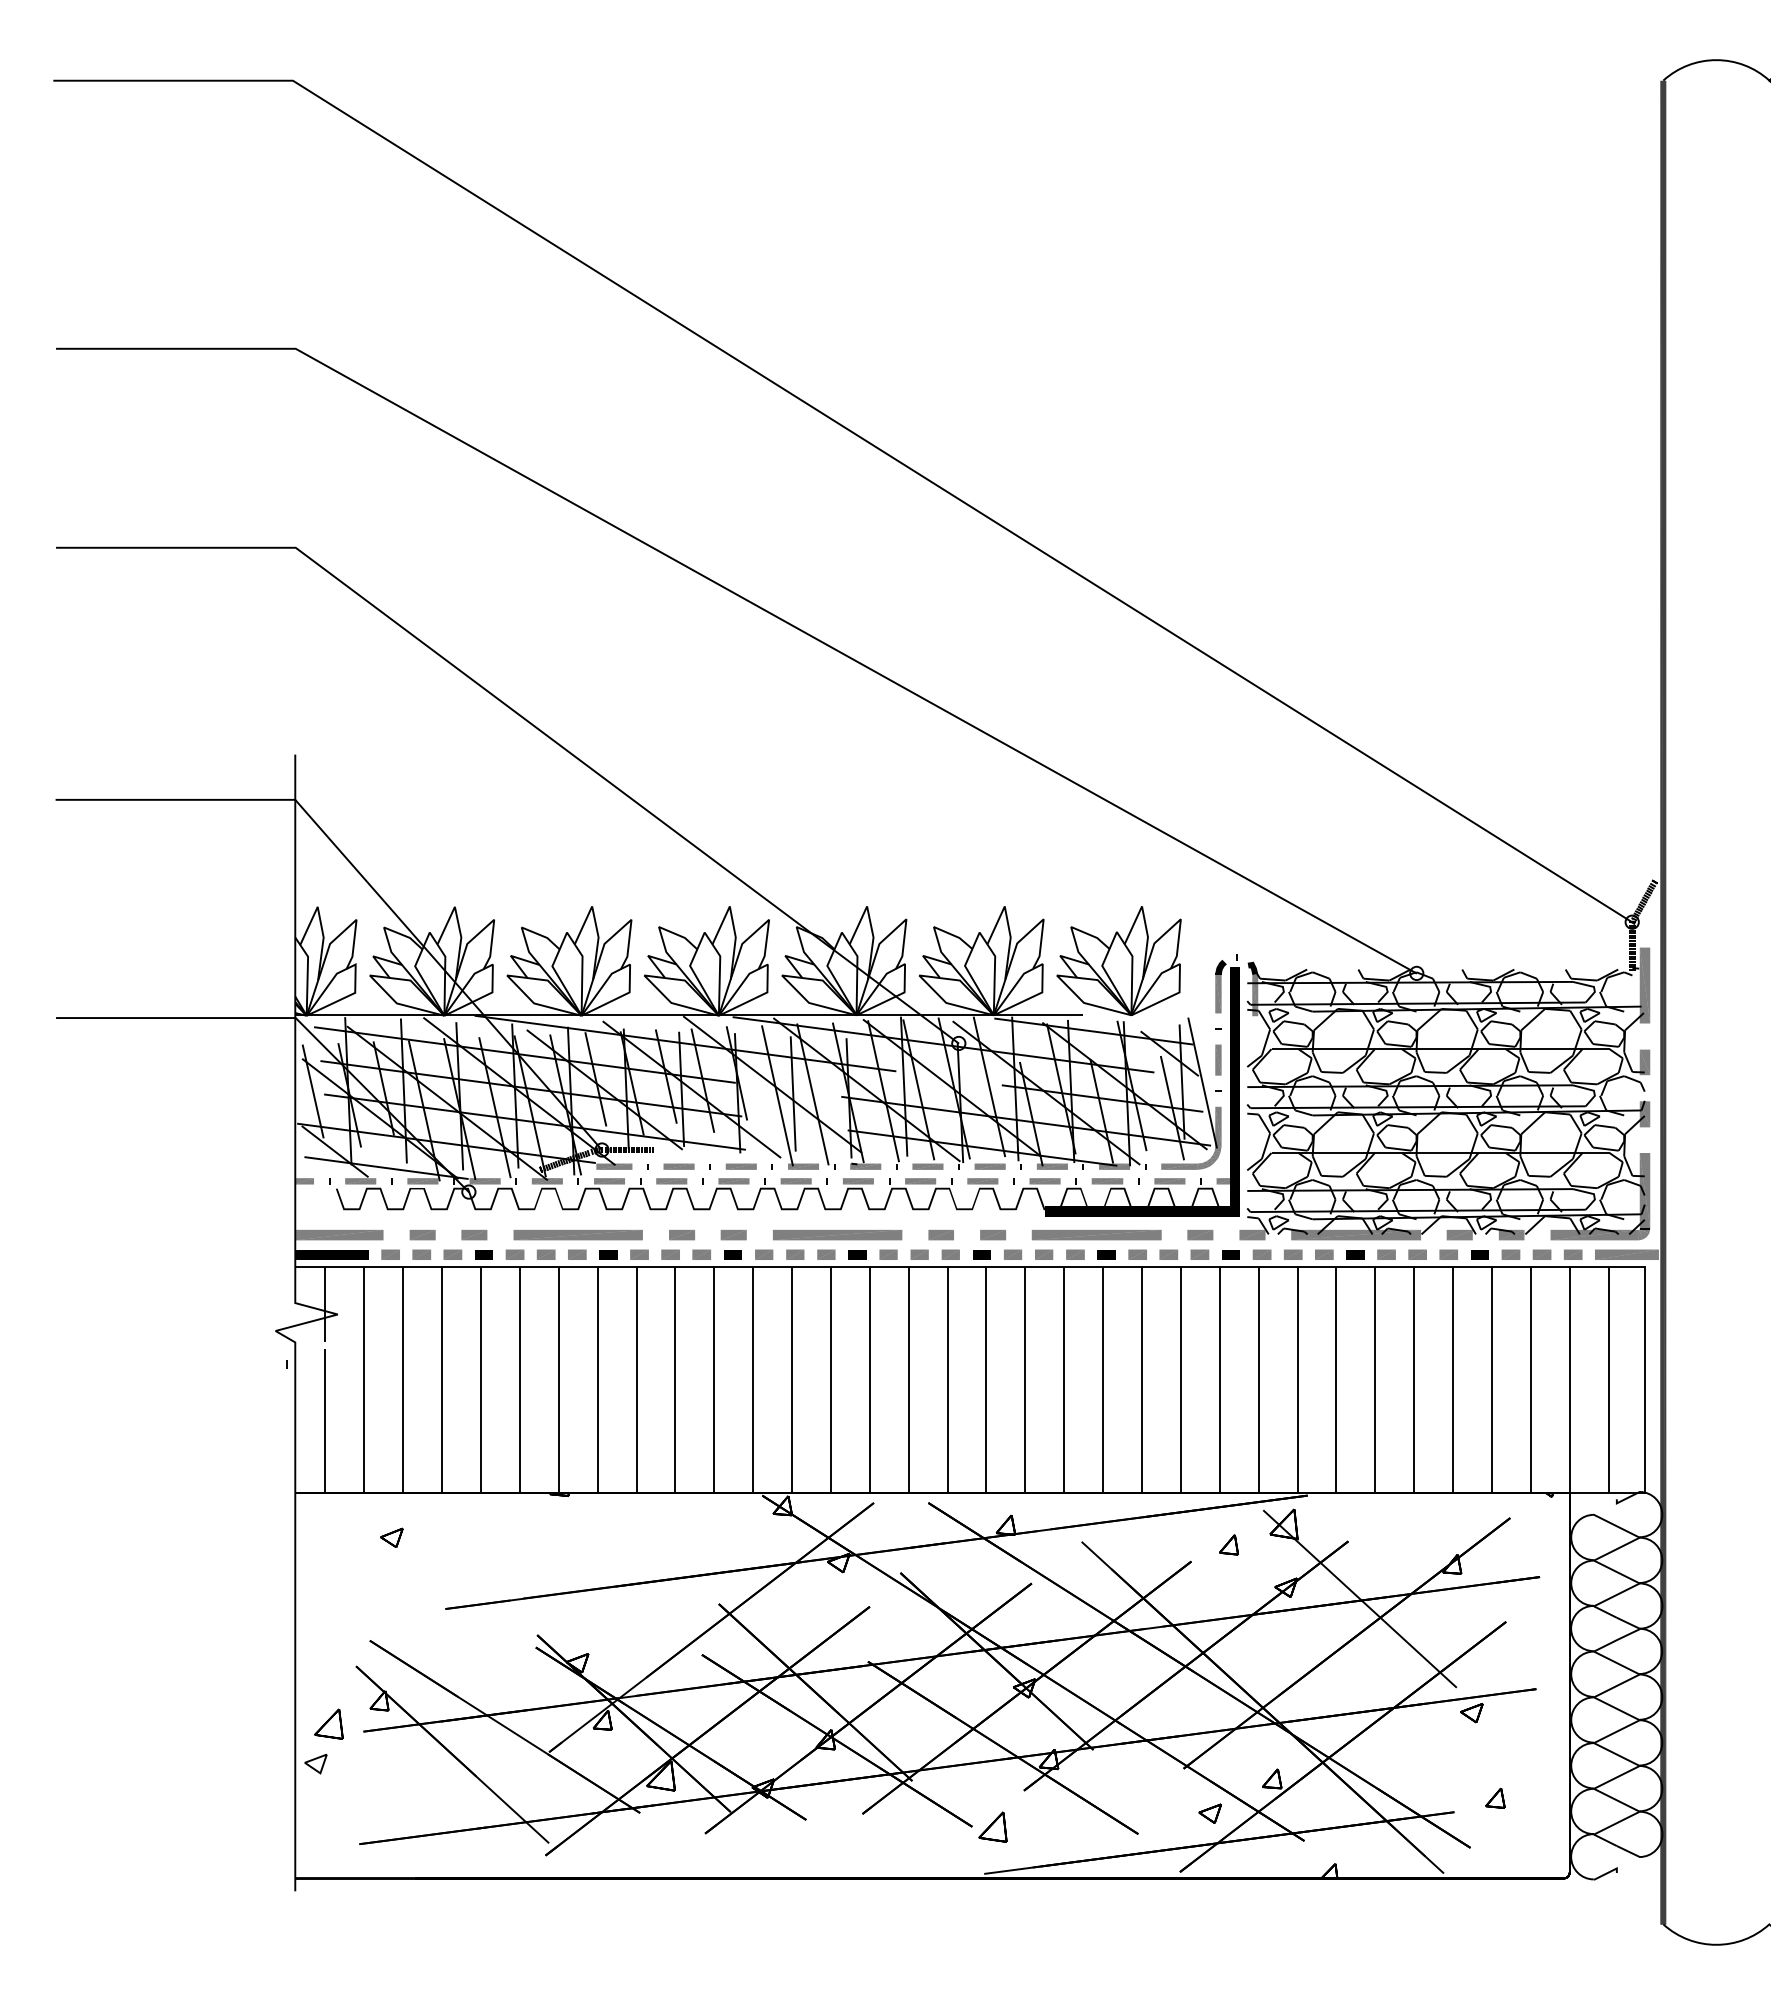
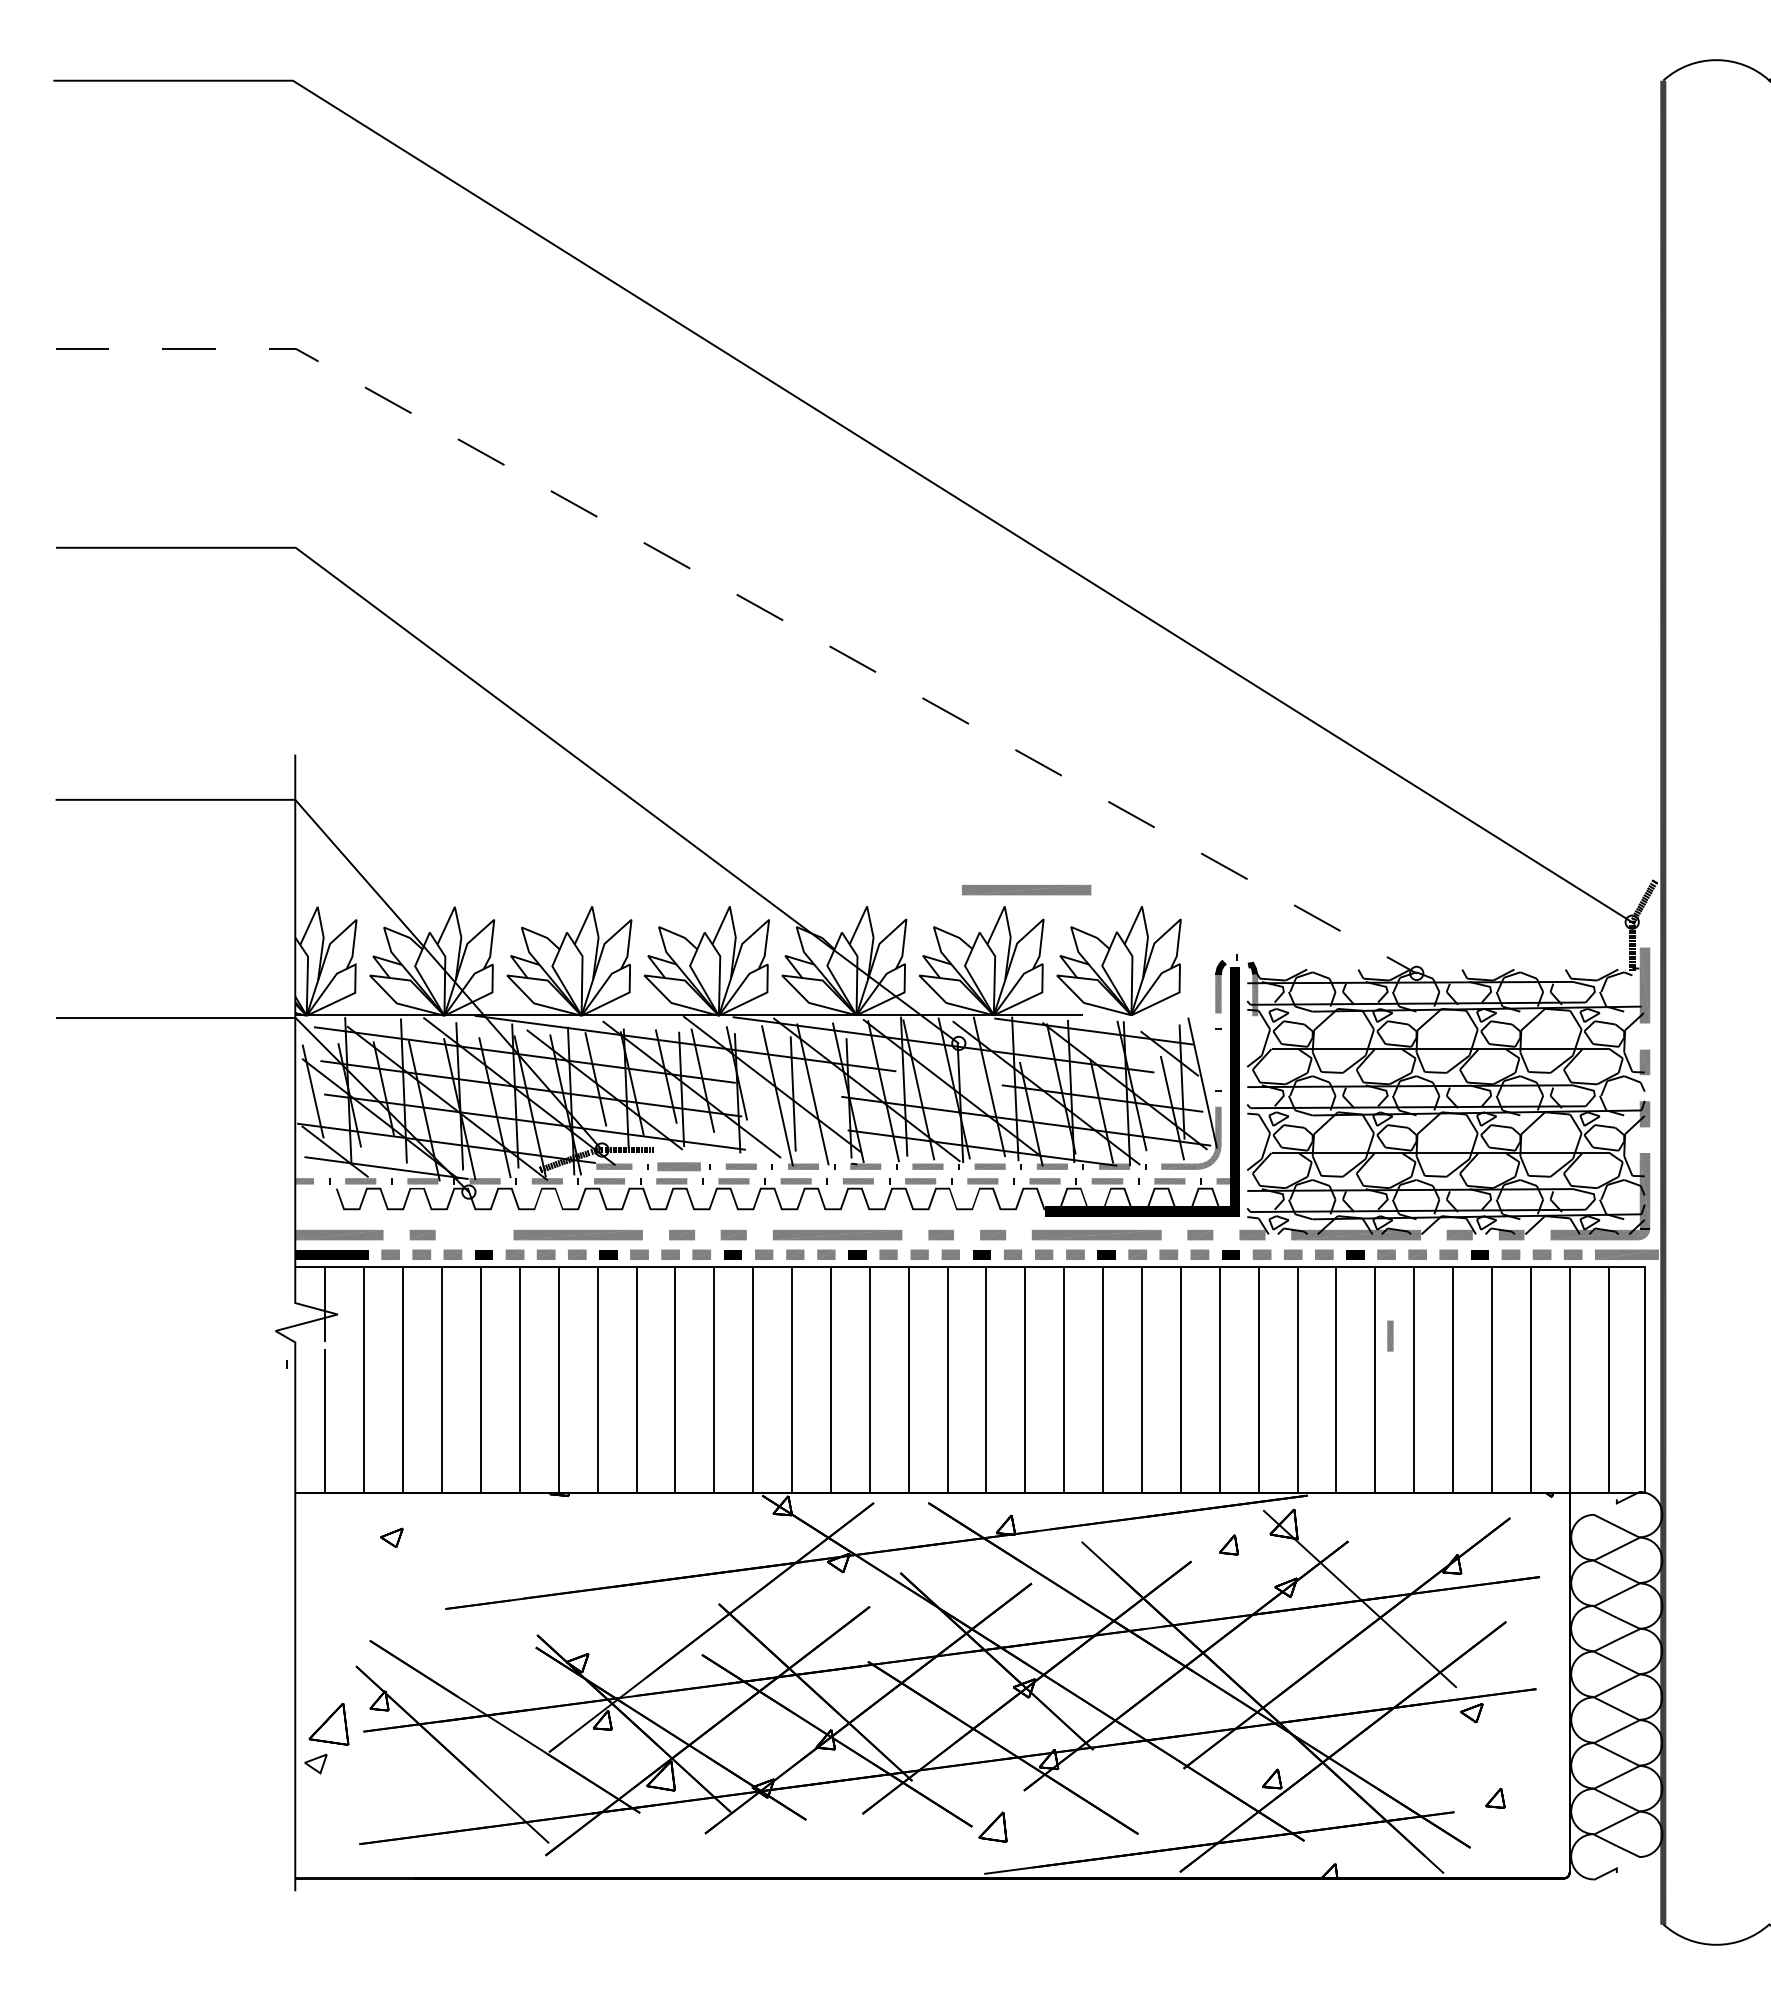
line at (751, 602): solid -> dashed
part at (1026, 890): none -> present
part at (1218, 1059) position: (1218, 1059) -> (1390, 1335)
part at (678, 1166) size: 32x7 px -> 44x10 px
part at (474, 1235): present -> none
part at (328, 1723) size: 30x32 px -> 42x44 px
part at (1209, 1813): present -> none
